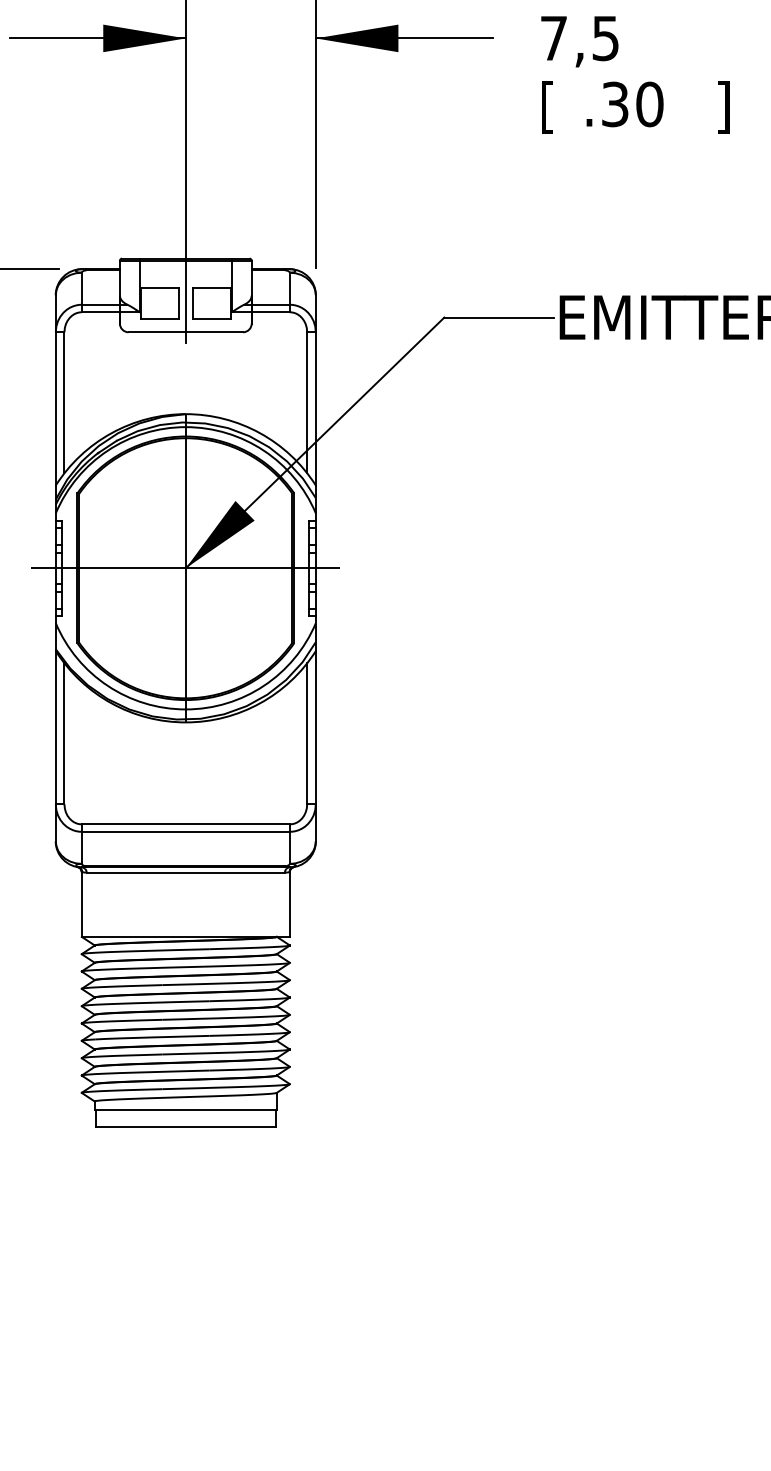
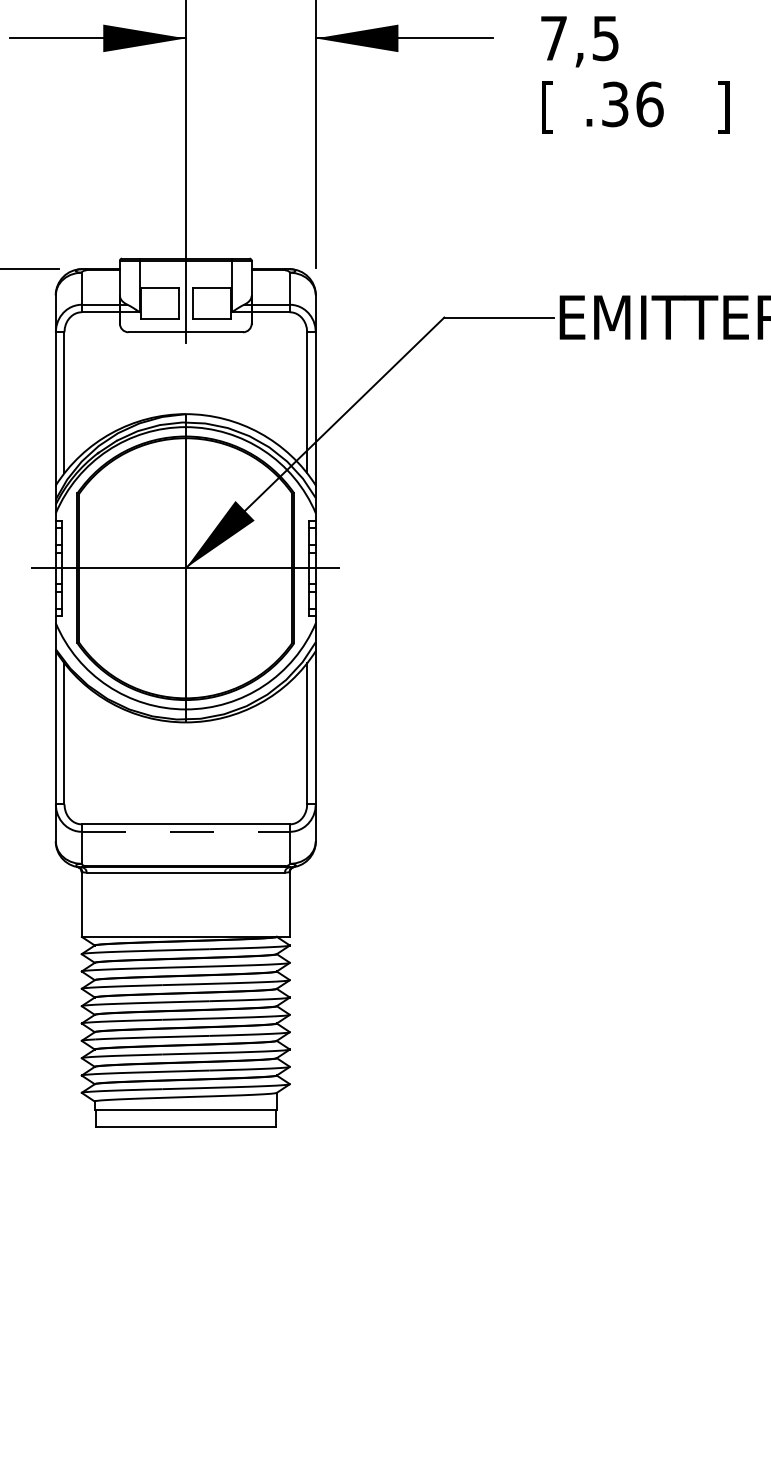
text at (649, 104): .30 -> .36
line at (186, 831): solid -> dashed
